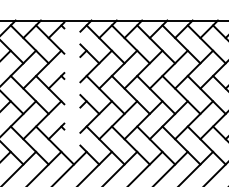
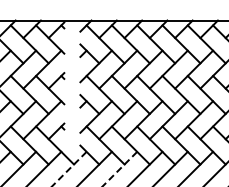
line at (69, 169): solid -> dashed
line at (119, 169): solid -> dashed
